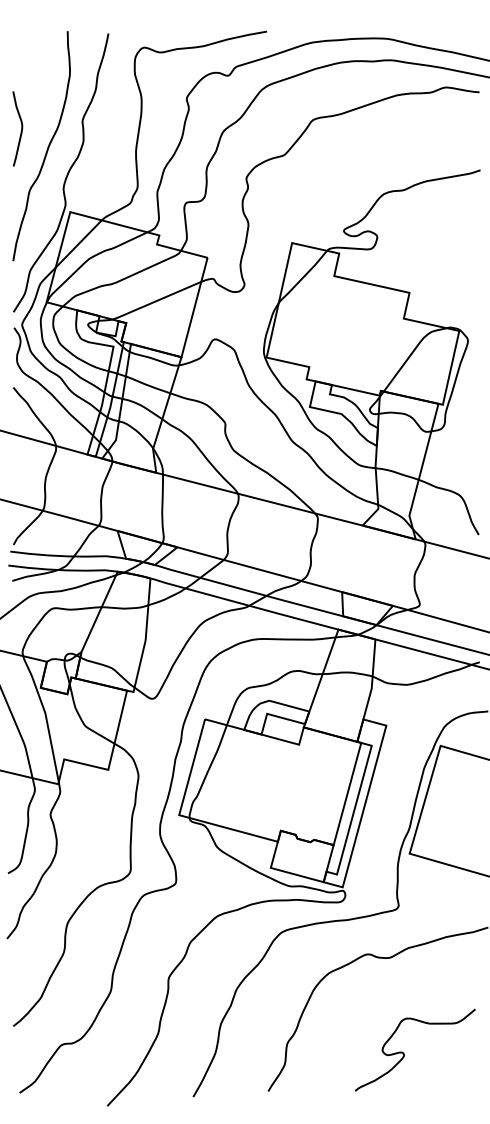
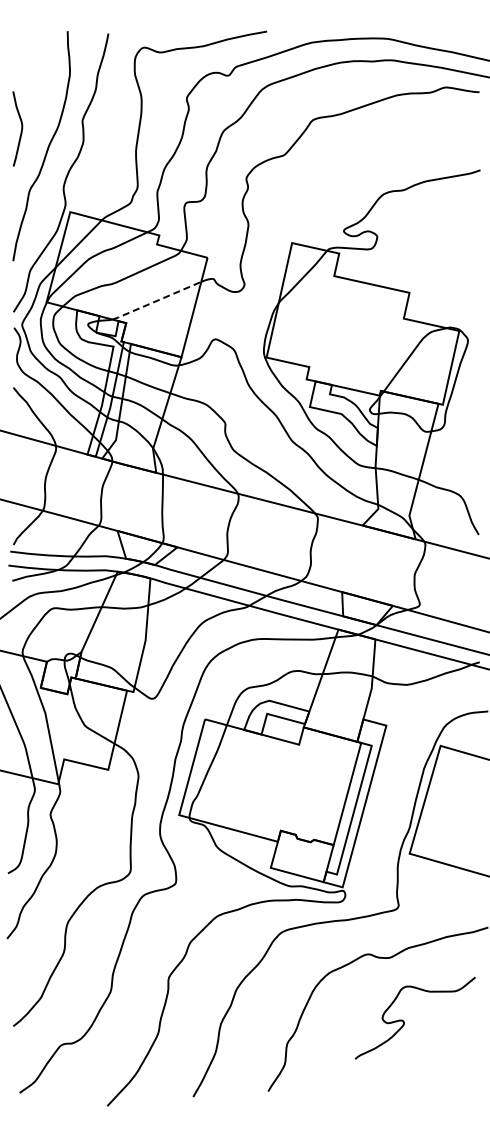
line at (156, 301): solid -> dashed
curve at (404, 1053) position: (404, 1053) -> (404, 1021)
